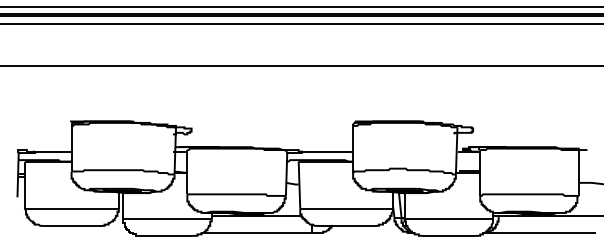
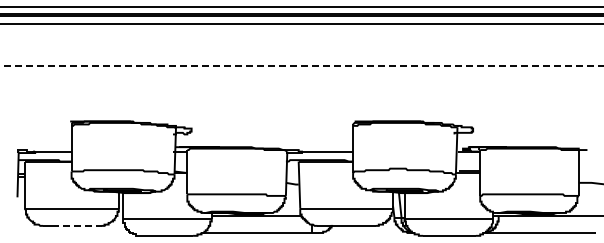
line at (302, 65): solid -> dashed
line at (76, 225): solid -> dashed
